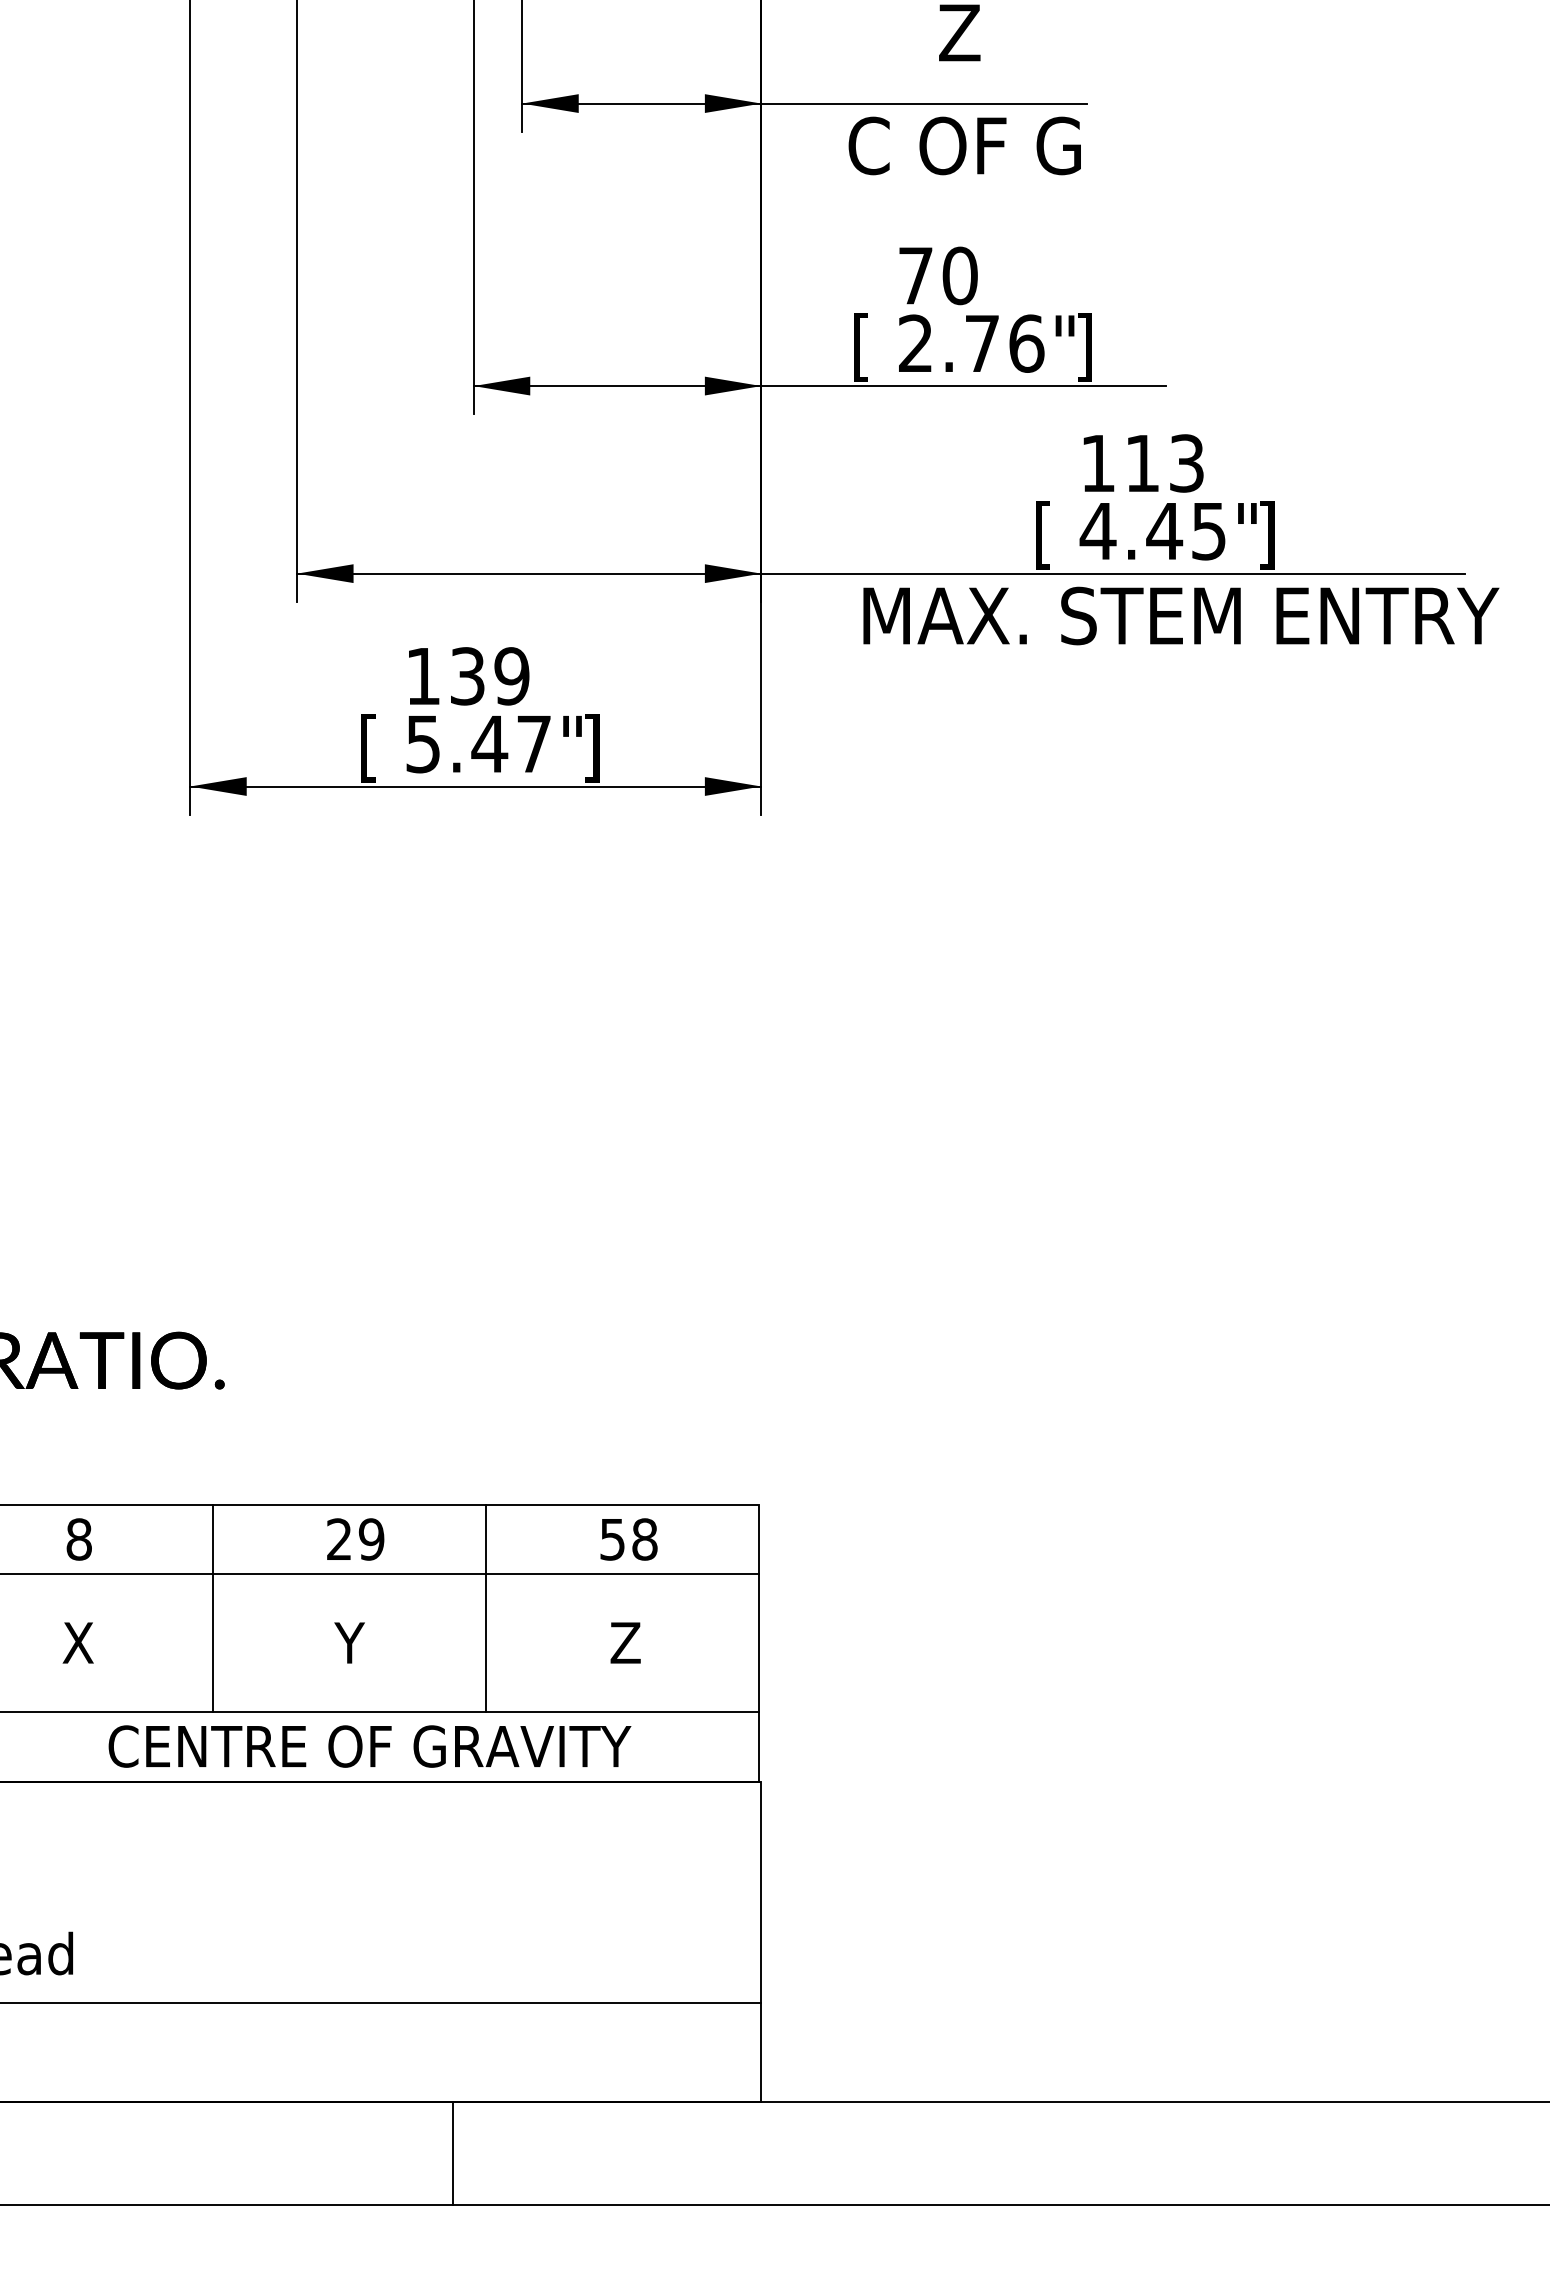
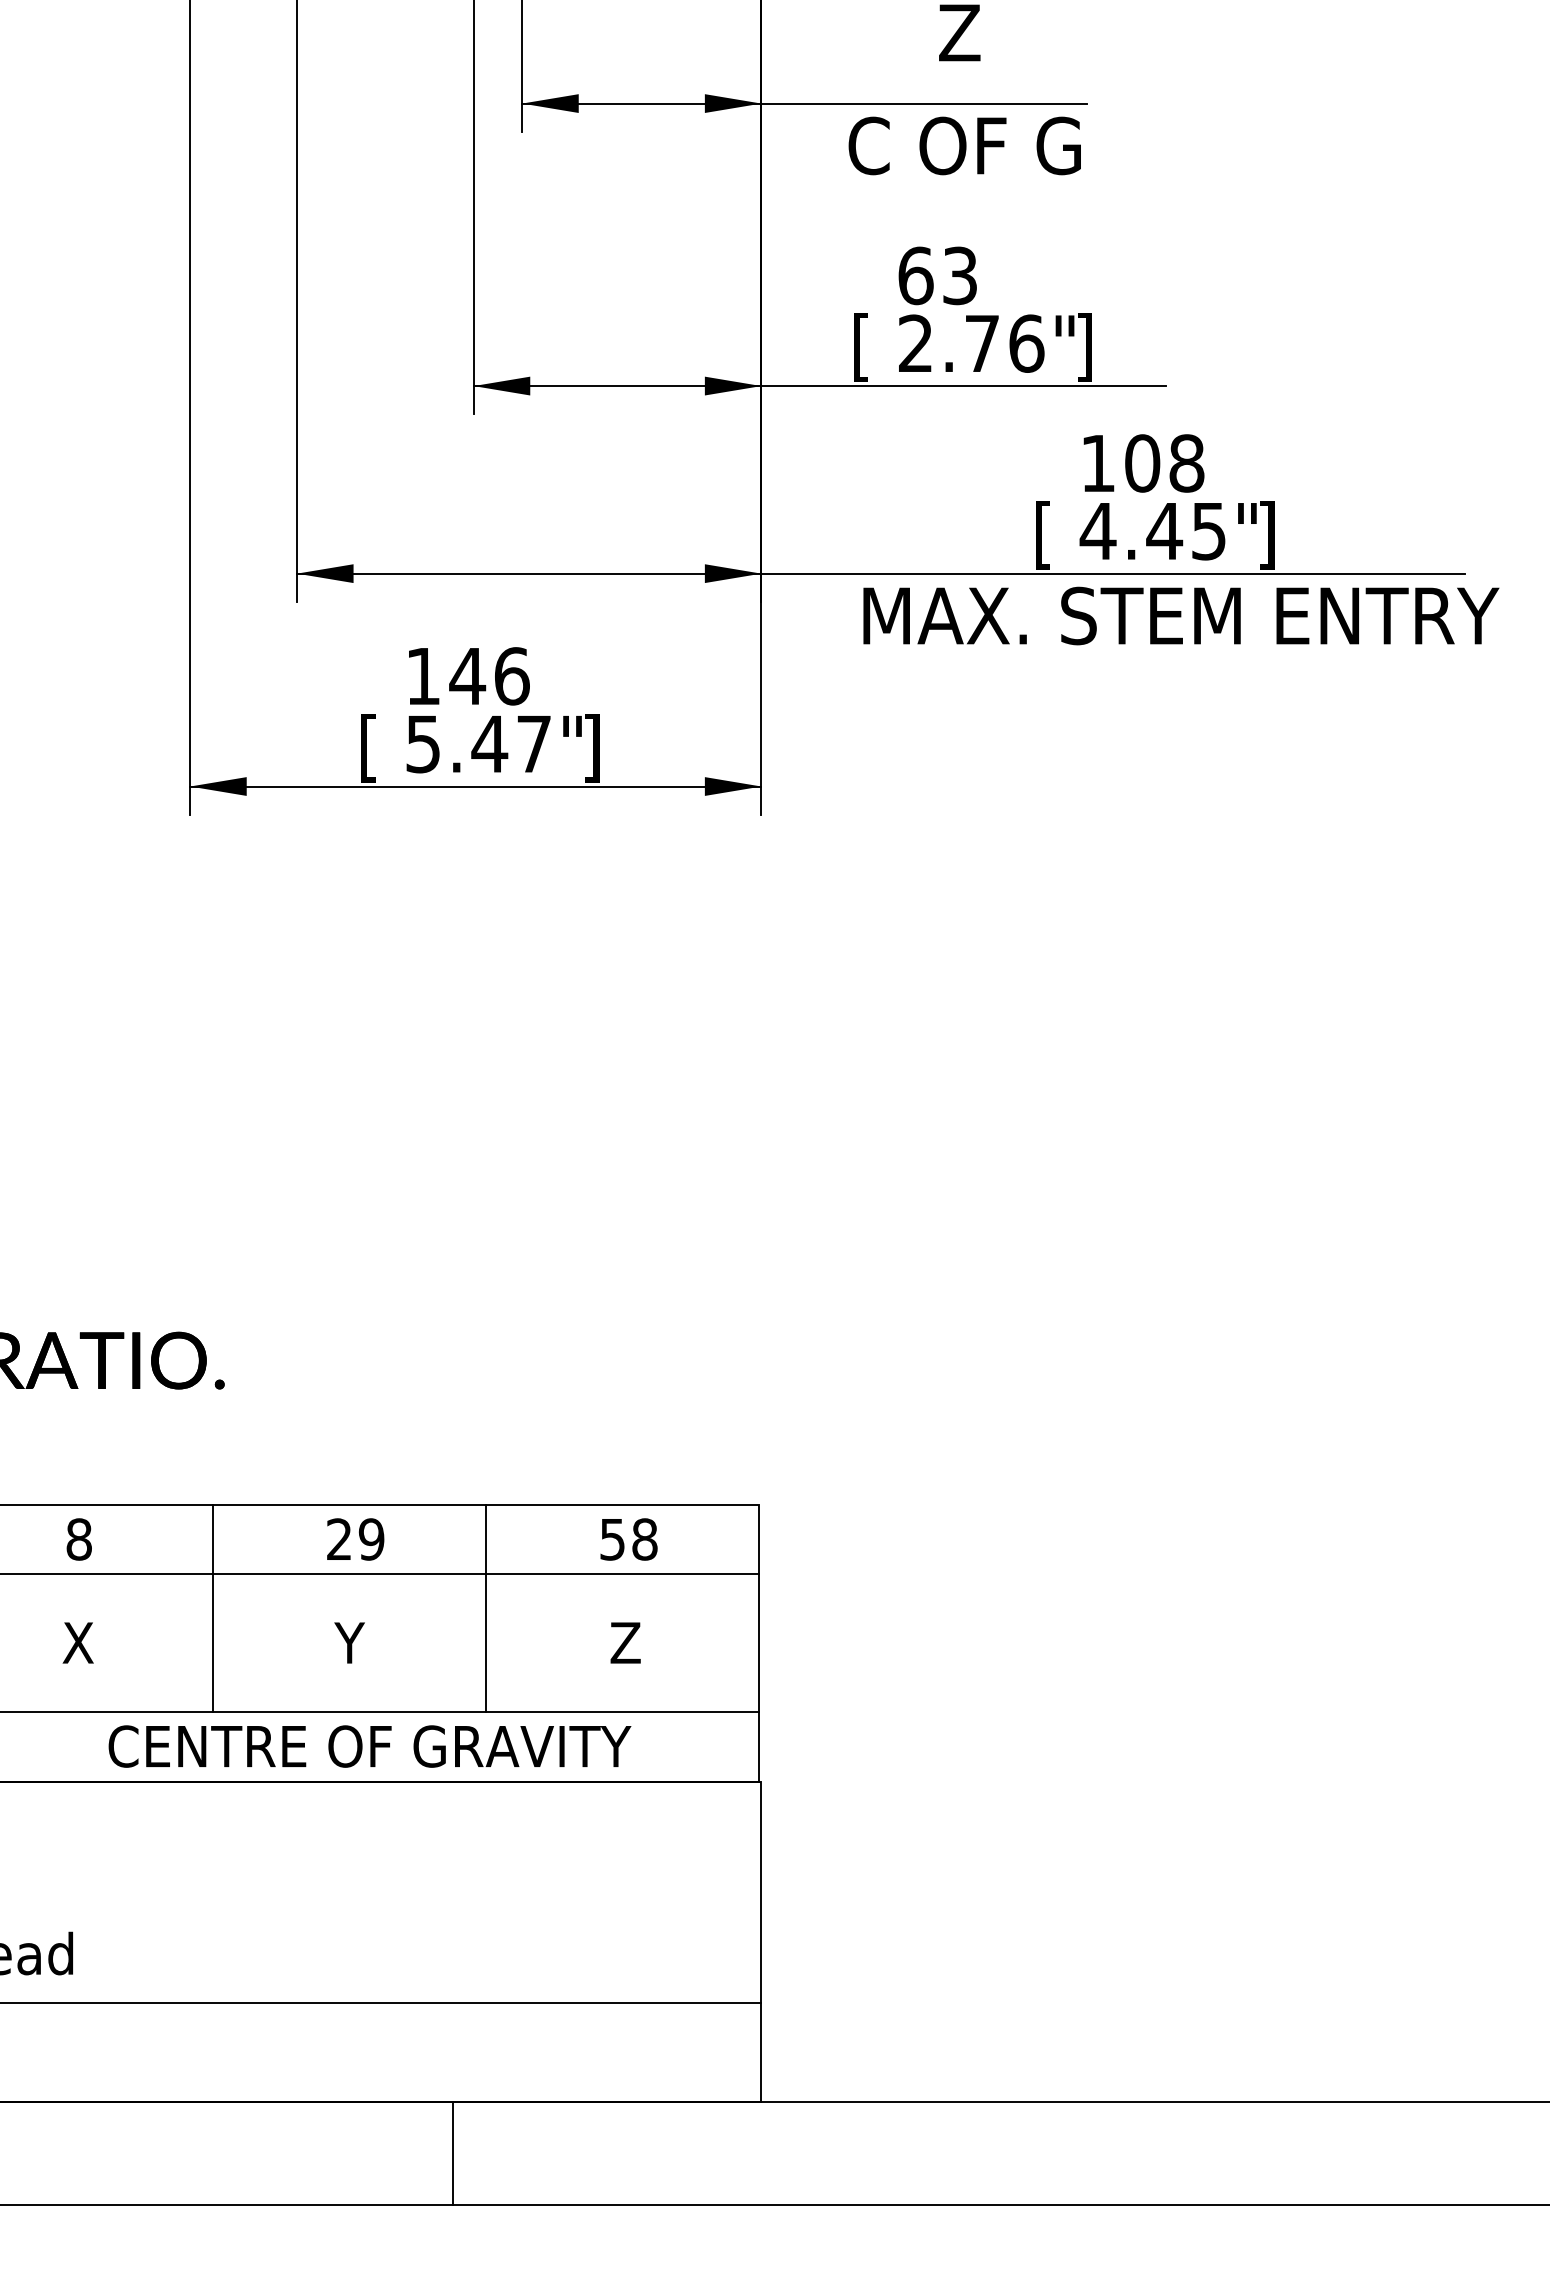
text at (937, 275): 70 -> 63
text at (1164, 463): 113 -> 108
text at (489, 676): 139 -> 146
